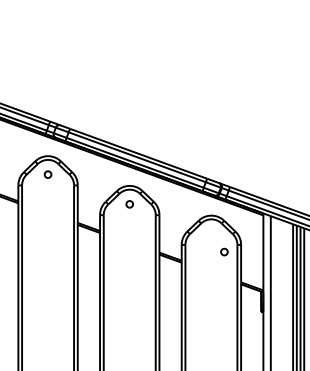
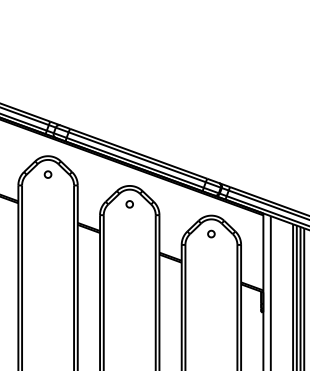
part at (224, 251) position: (224, 251) -> (211, 233)
